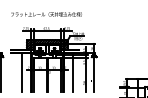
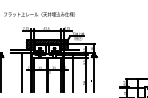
text at (46, 14) position: (46, 14) -> (39, 14)
